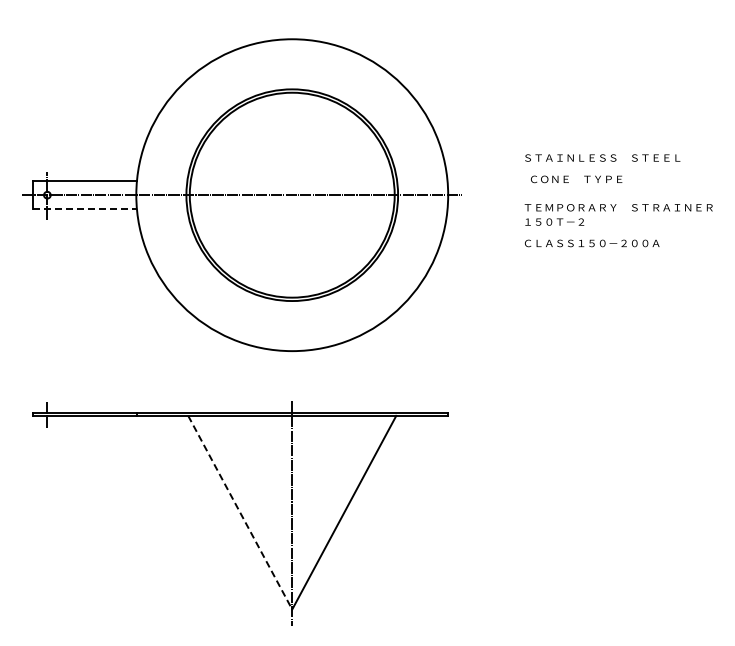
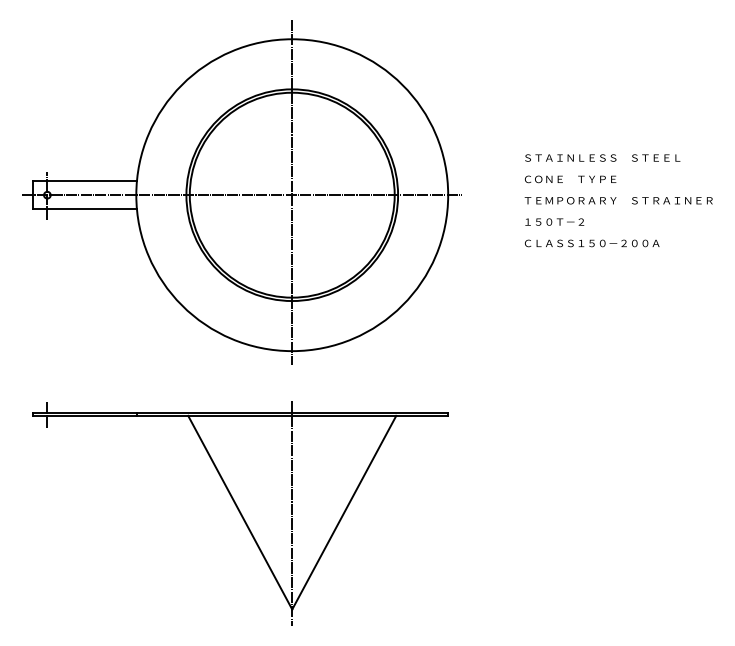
text at (576, 179) position: (576, 179) -> (570, 179)
line at (292, 192): none -> present
text at (618, 207) position: (618, 207) -> (618, 200)
line at (85, 209): dashed -> solid
line at (240, 512): dashed -> solid
